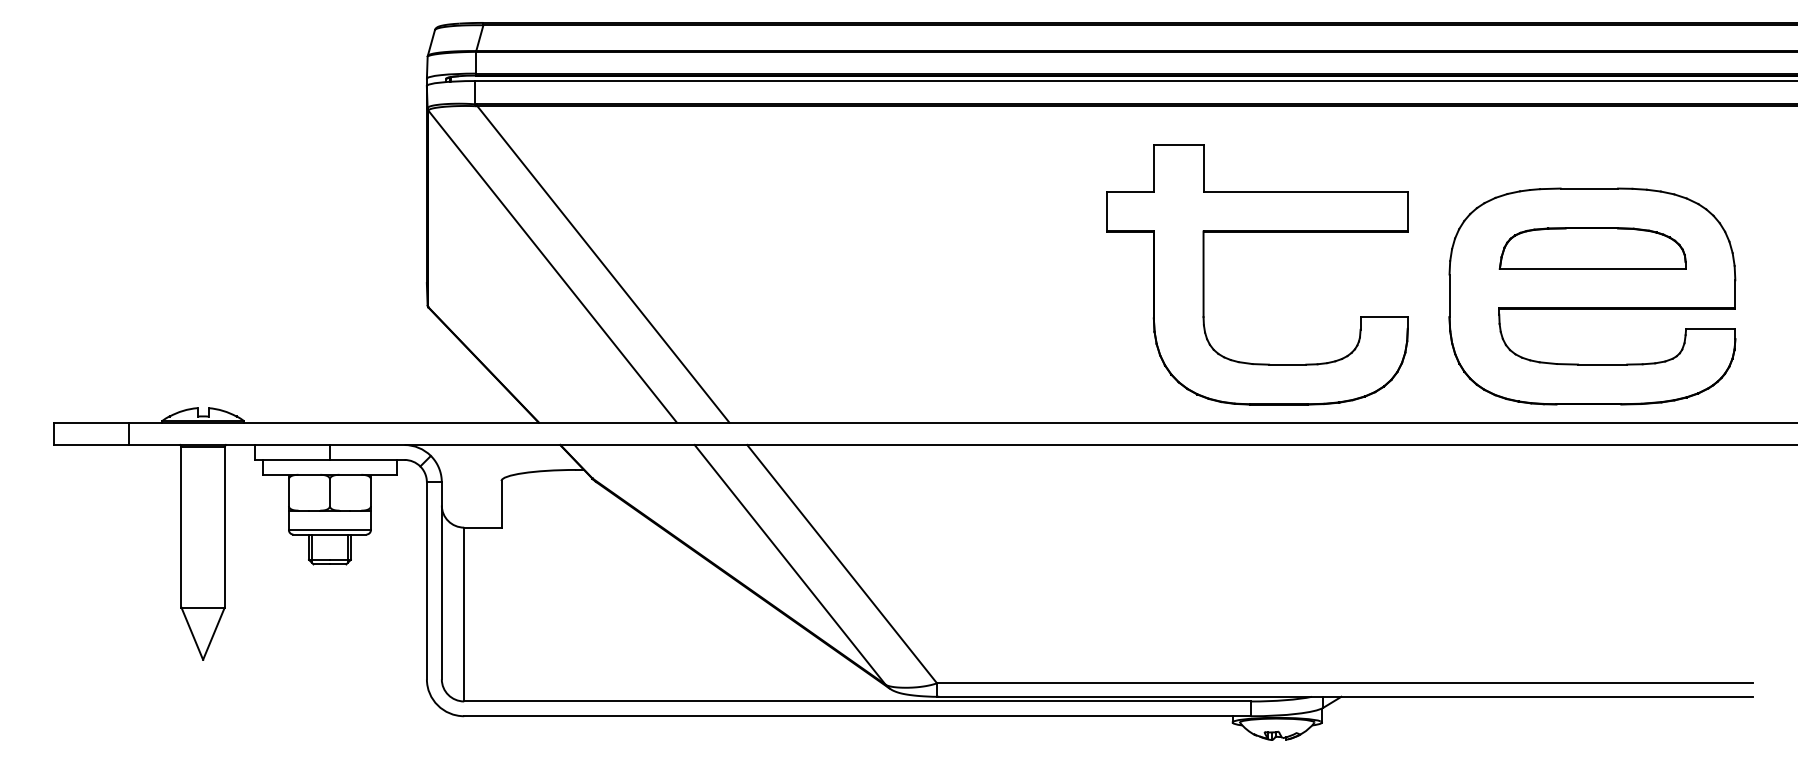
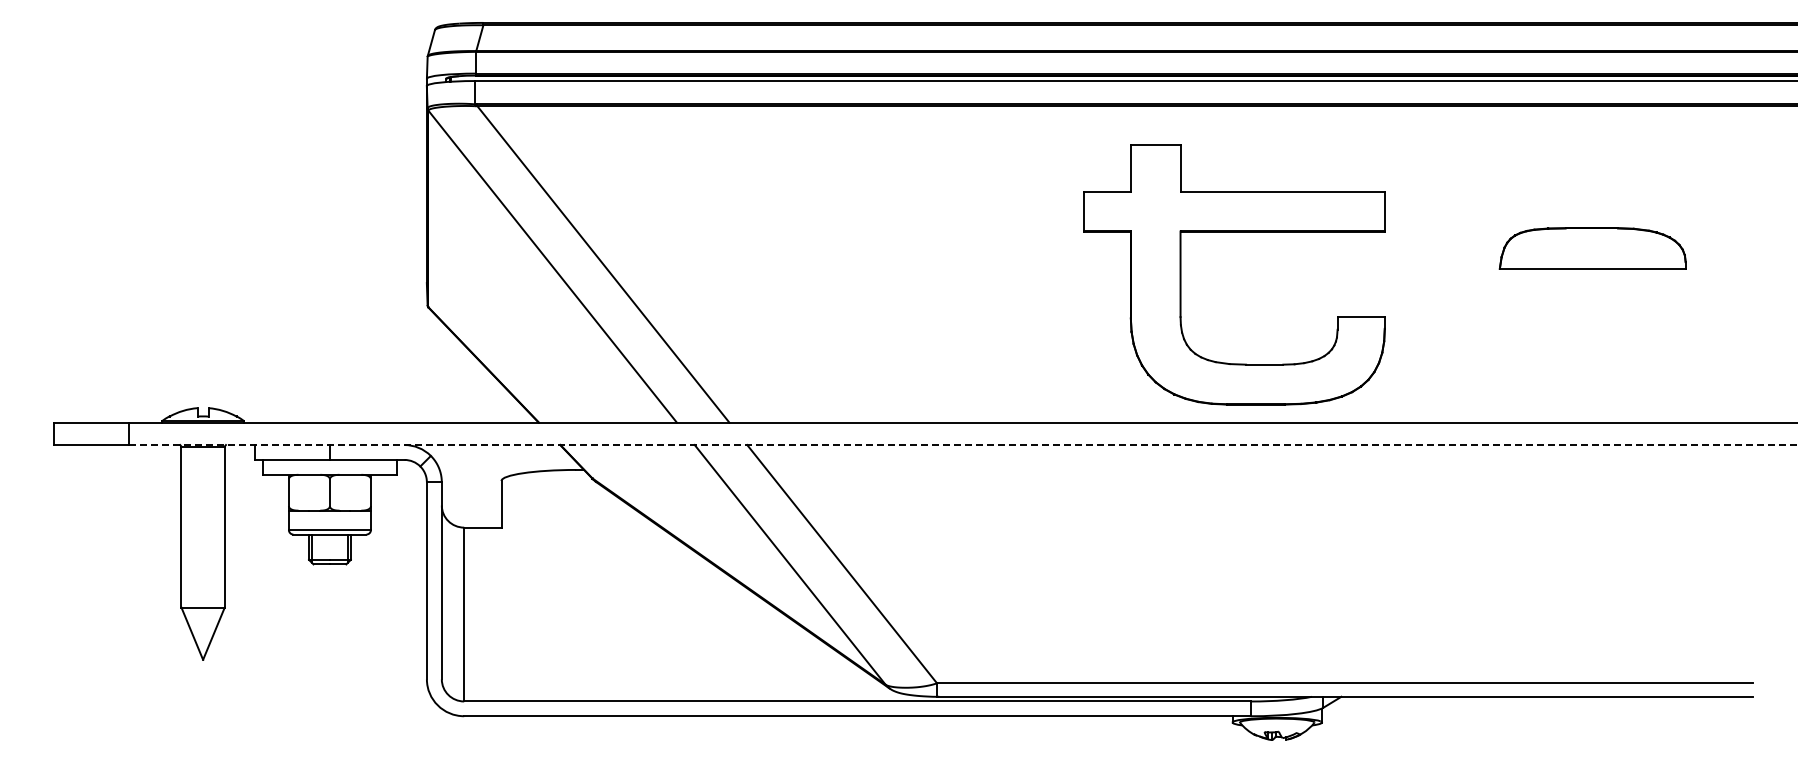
part at (1257, 232) position: (1257, 232) -> (1234, 232)
part at (1592, 296): present -> none
line at (963, 445): solid -> dashed
